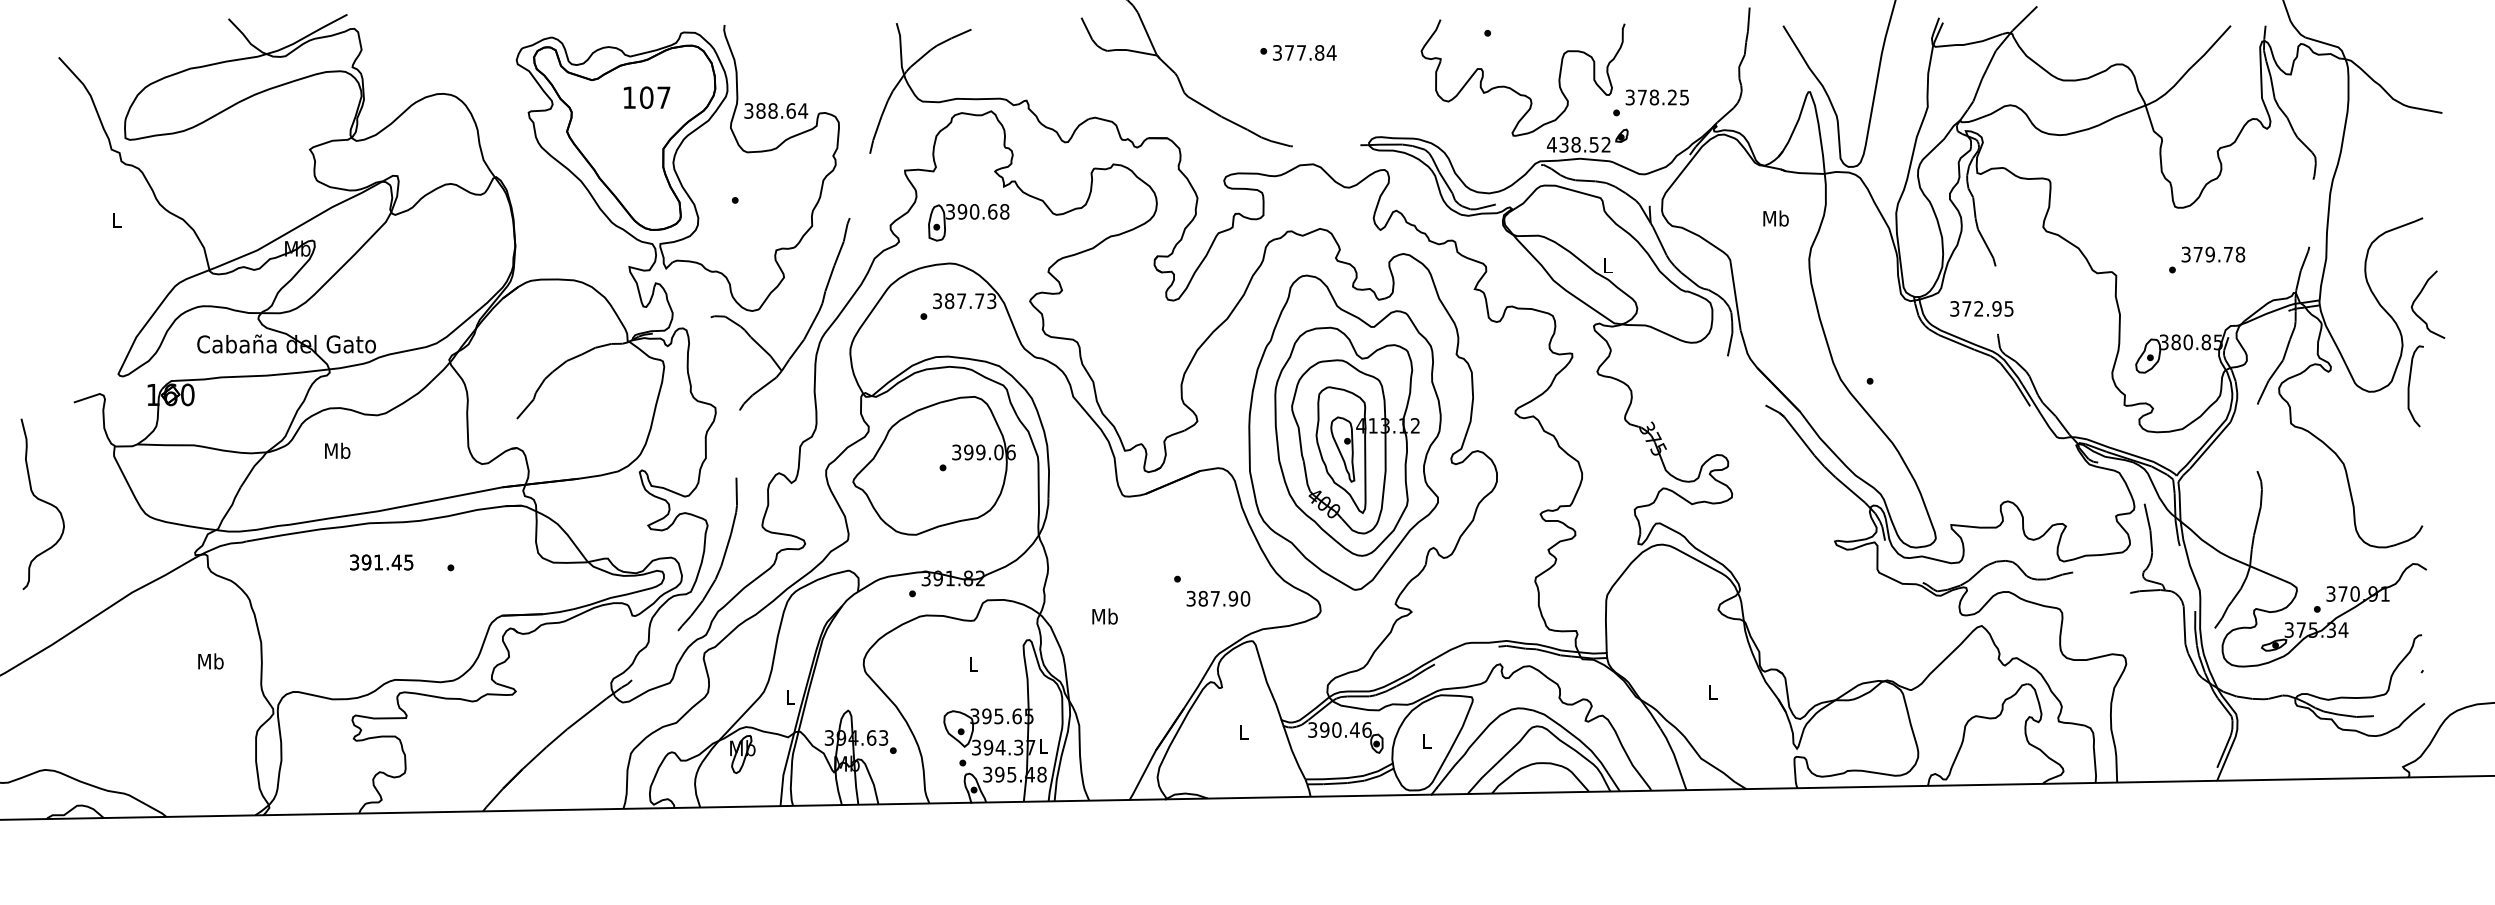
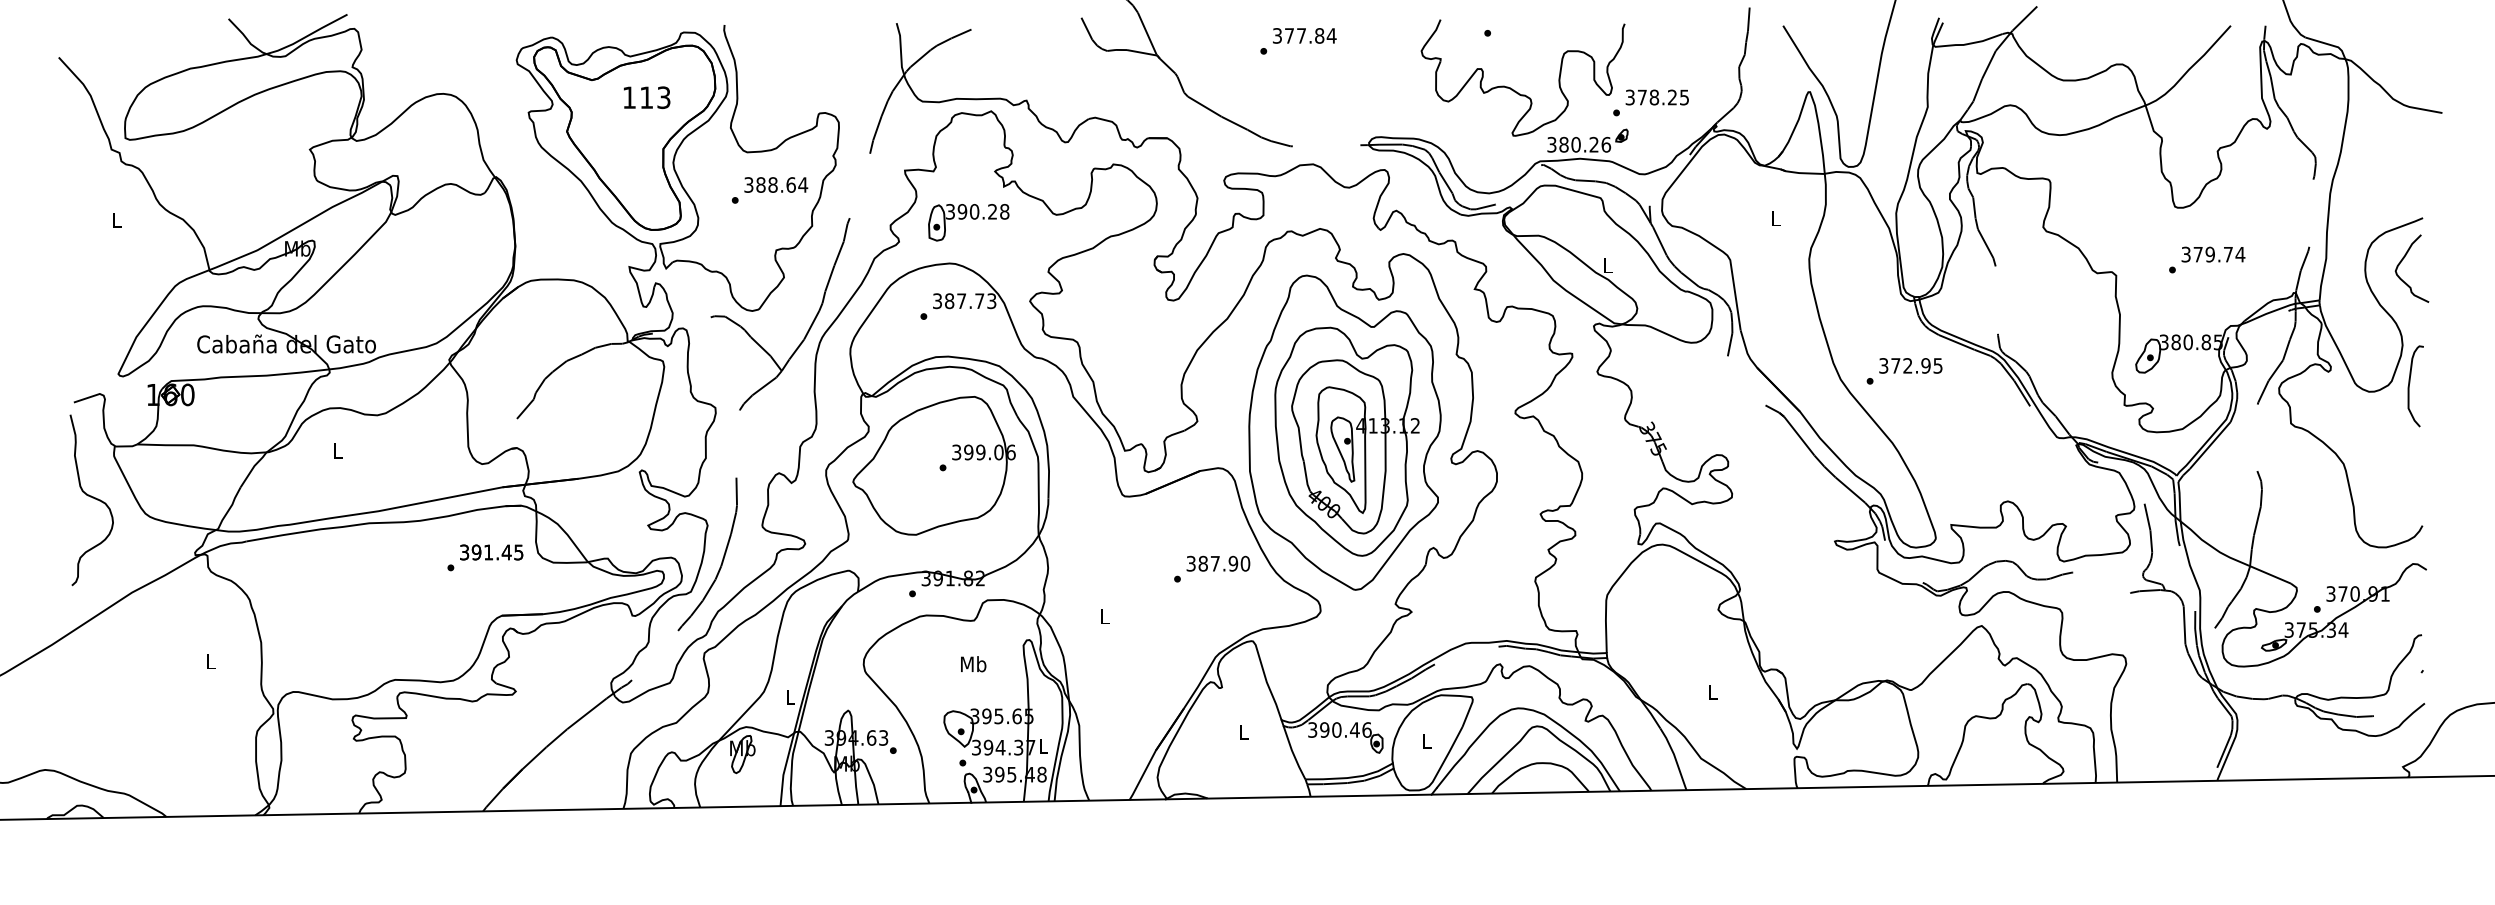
text at (1304, 52) position: (1304, 52) -> (1304, 35)
text at (655, 97): 107 -> 113
text at (776, 110) position: (776, 110) -> (776, 184)
text at (1578, 144): 438.52 -> 380.26
text at (992, 211): 390.68 -> 390.28
text at (1775, 218): Mb -> L
text at (2240, 254): 379.78 -> 379.74
curve at (2418, 297) position: (2418, 297) -> (2402, 261)
text at (1981, 308) position: (1981, 308) -> (1910, 365)
text at (337, 450): Mb -> L
curve at (43, 502) position: (43, 502) -> (92, 498)
text at (381, 562) position: (381, 562) -> (491, 552)
text at (1218, 598) position: (1218, 598) -> (1218, 563)
text at (1104, 616): Mb -> L
text at (210, 661): Mb -> L
text at (973, 664): L -> Mb
